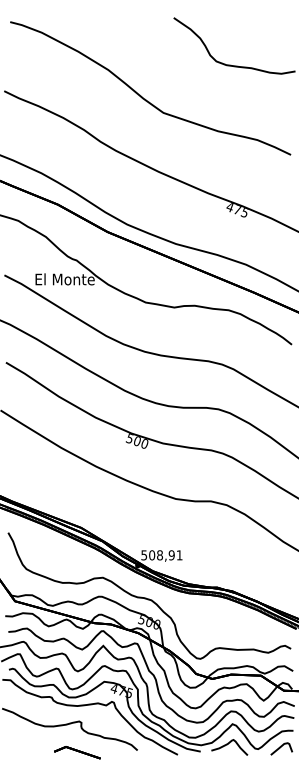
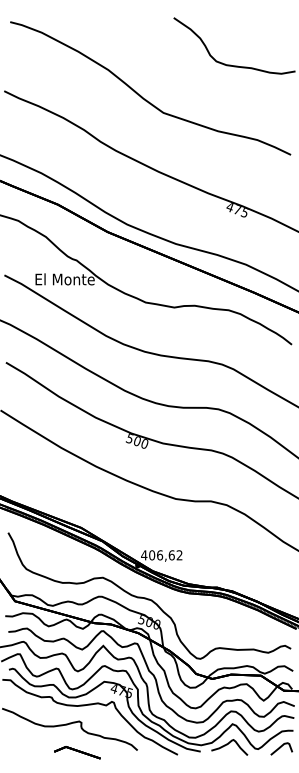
text at (161, 555): 508,91 -> 406,62
